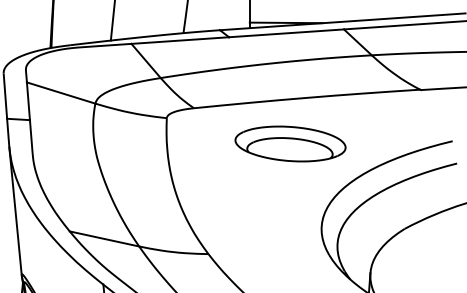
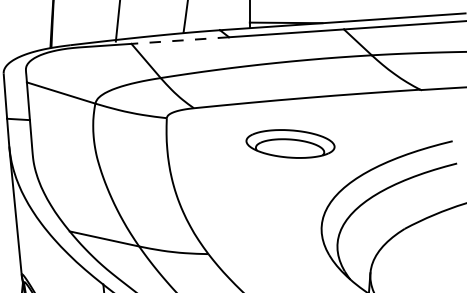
line at (112, 21) position: (112, 21) -> (117, 21)
line at (180, 40): solid -> dashed
part at (290, 143) size: 113x38 px -> 91x30 px
